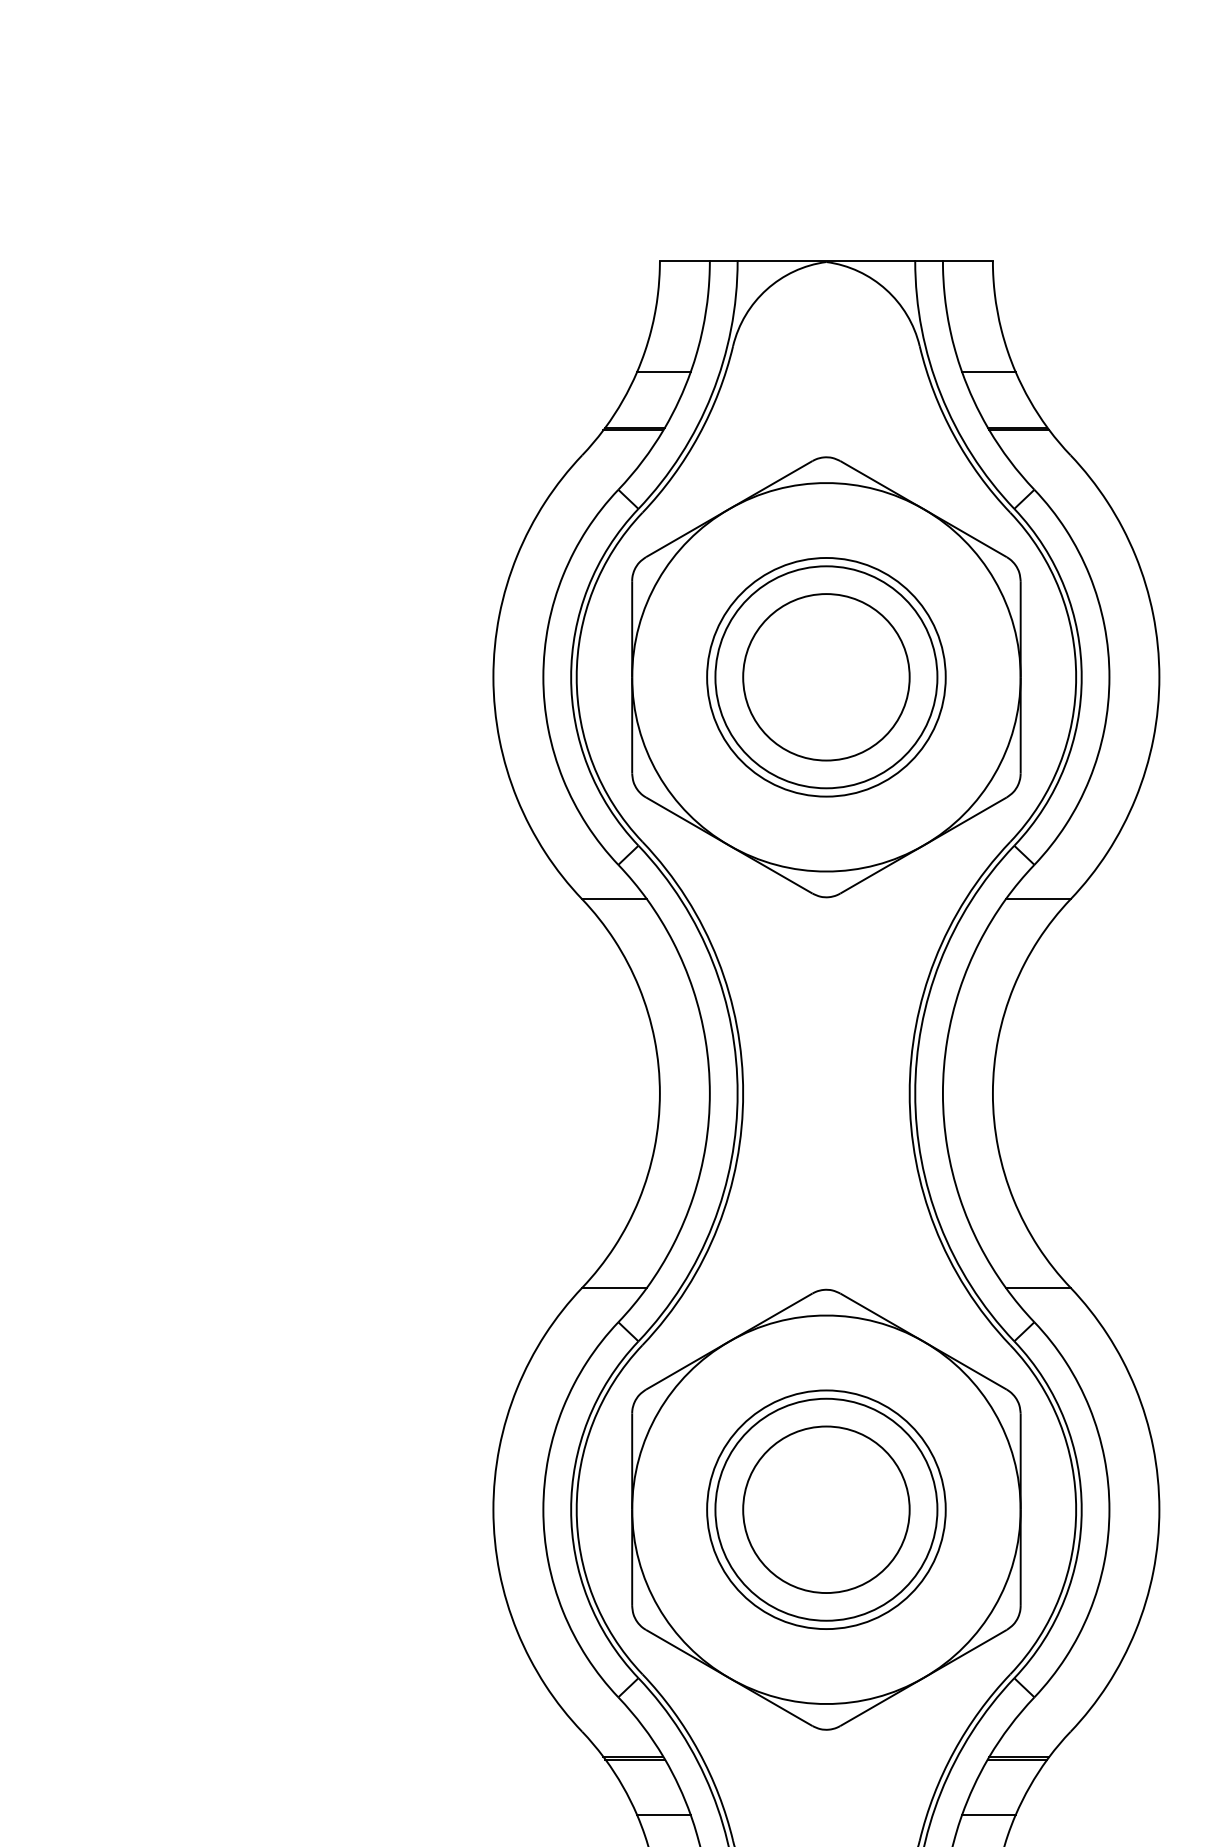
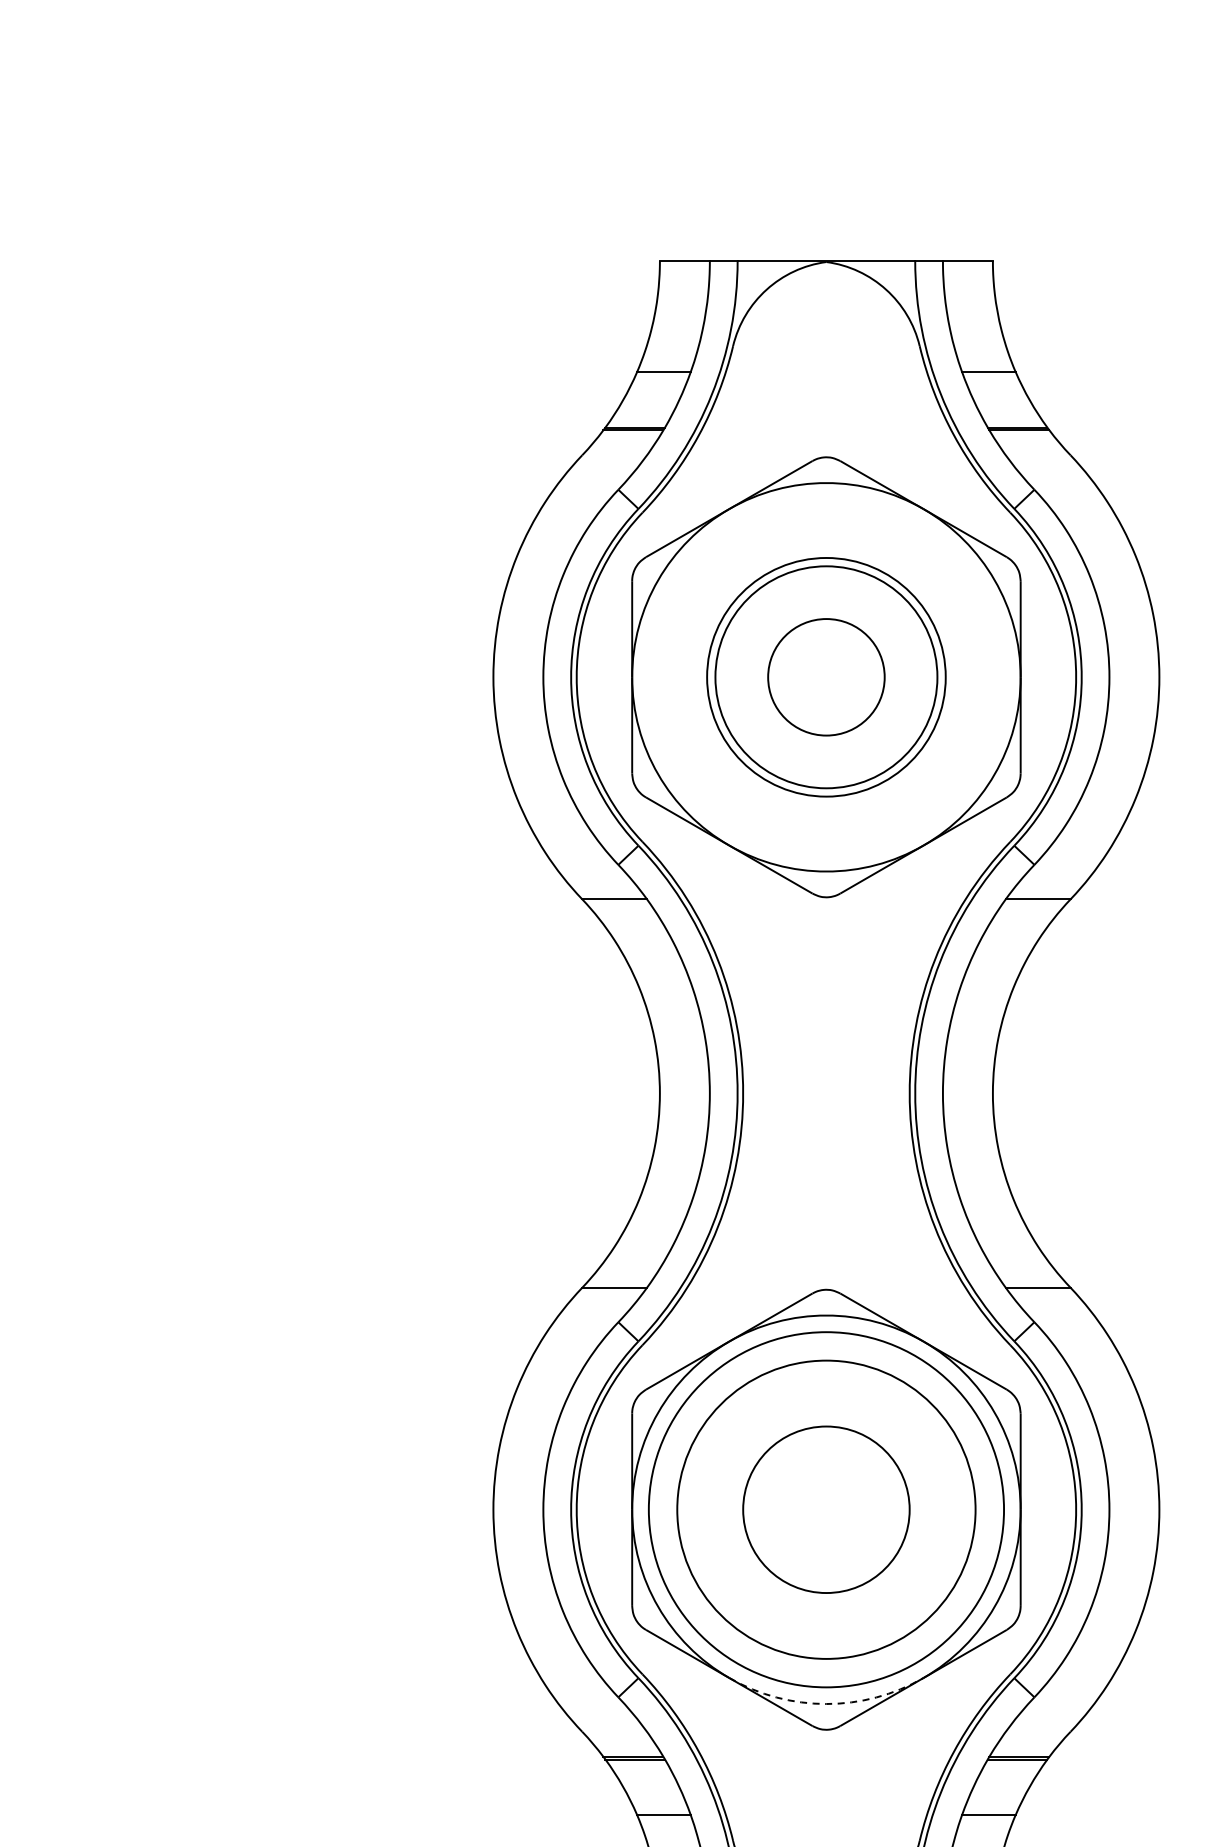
circle at (826, 677) diameter: 166 px -> 117 px
circle at (826, 1509) diameter: 222 px -> 355 px
circle at (826, 1509) diameter: 239 px -> 298 px
arc at (826, 1704): solid -> dashed
